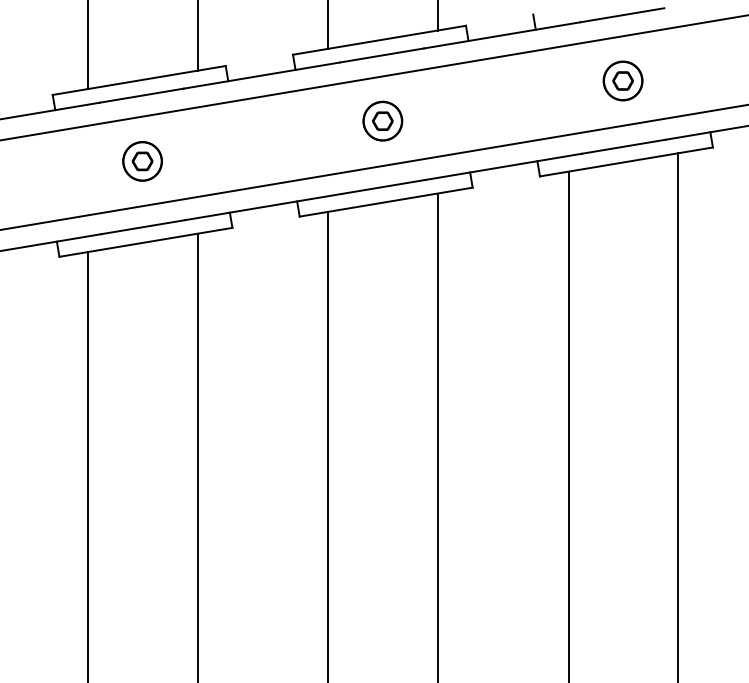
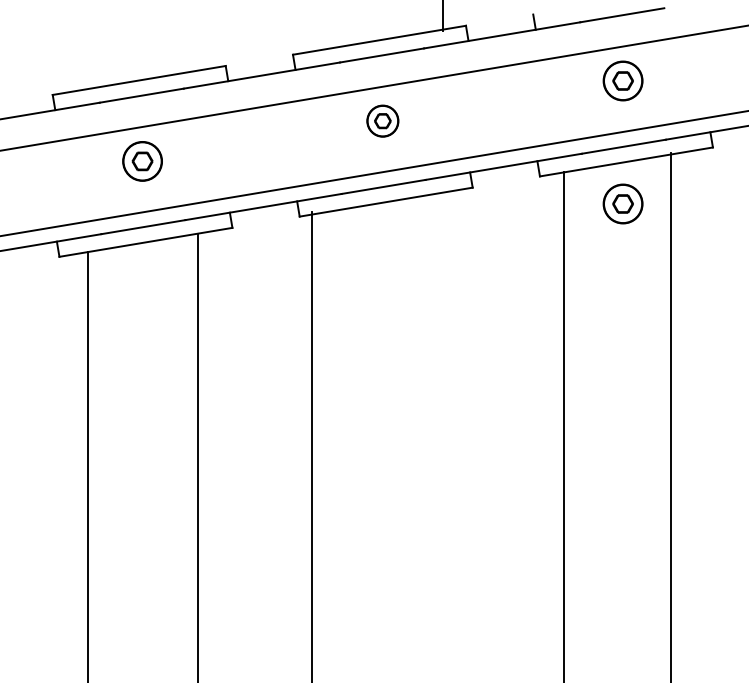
line at (437, 16) position: (437, 16) -> (442, 16)
line at (328, 25): present -> none
line at (197, 36): present -> none
line at (88, 45): present -> none
line at (373, 77) position: (373, 77) -> (373, 88)
part at (382, 120) size: 42x42 px -> 34x34 px
line at (373, 167) position: (373, 167) -> (373, 173)
part at (622, 203): none -> present
line at (678, 416) position: (678, 416) -> (671, 416)
line at (568, 425) position: (568, 425) -> (563, 425)
line at (437, 436): present -> none
line at (328, 445) position: (328, 445) -> (312, 445)
